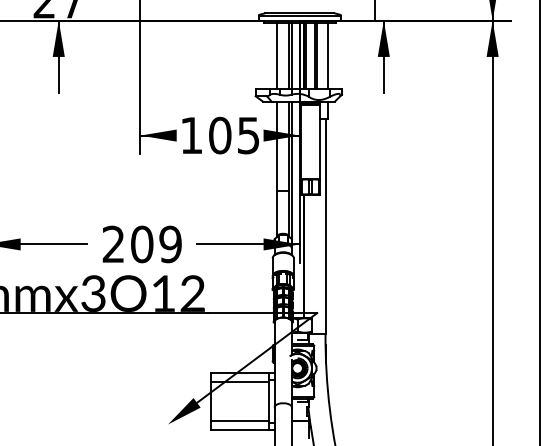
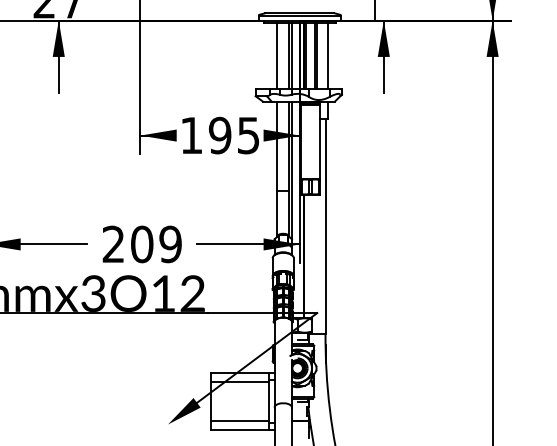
text at (219, 135): 105 -> 195
line at (540, 222): present -> none
